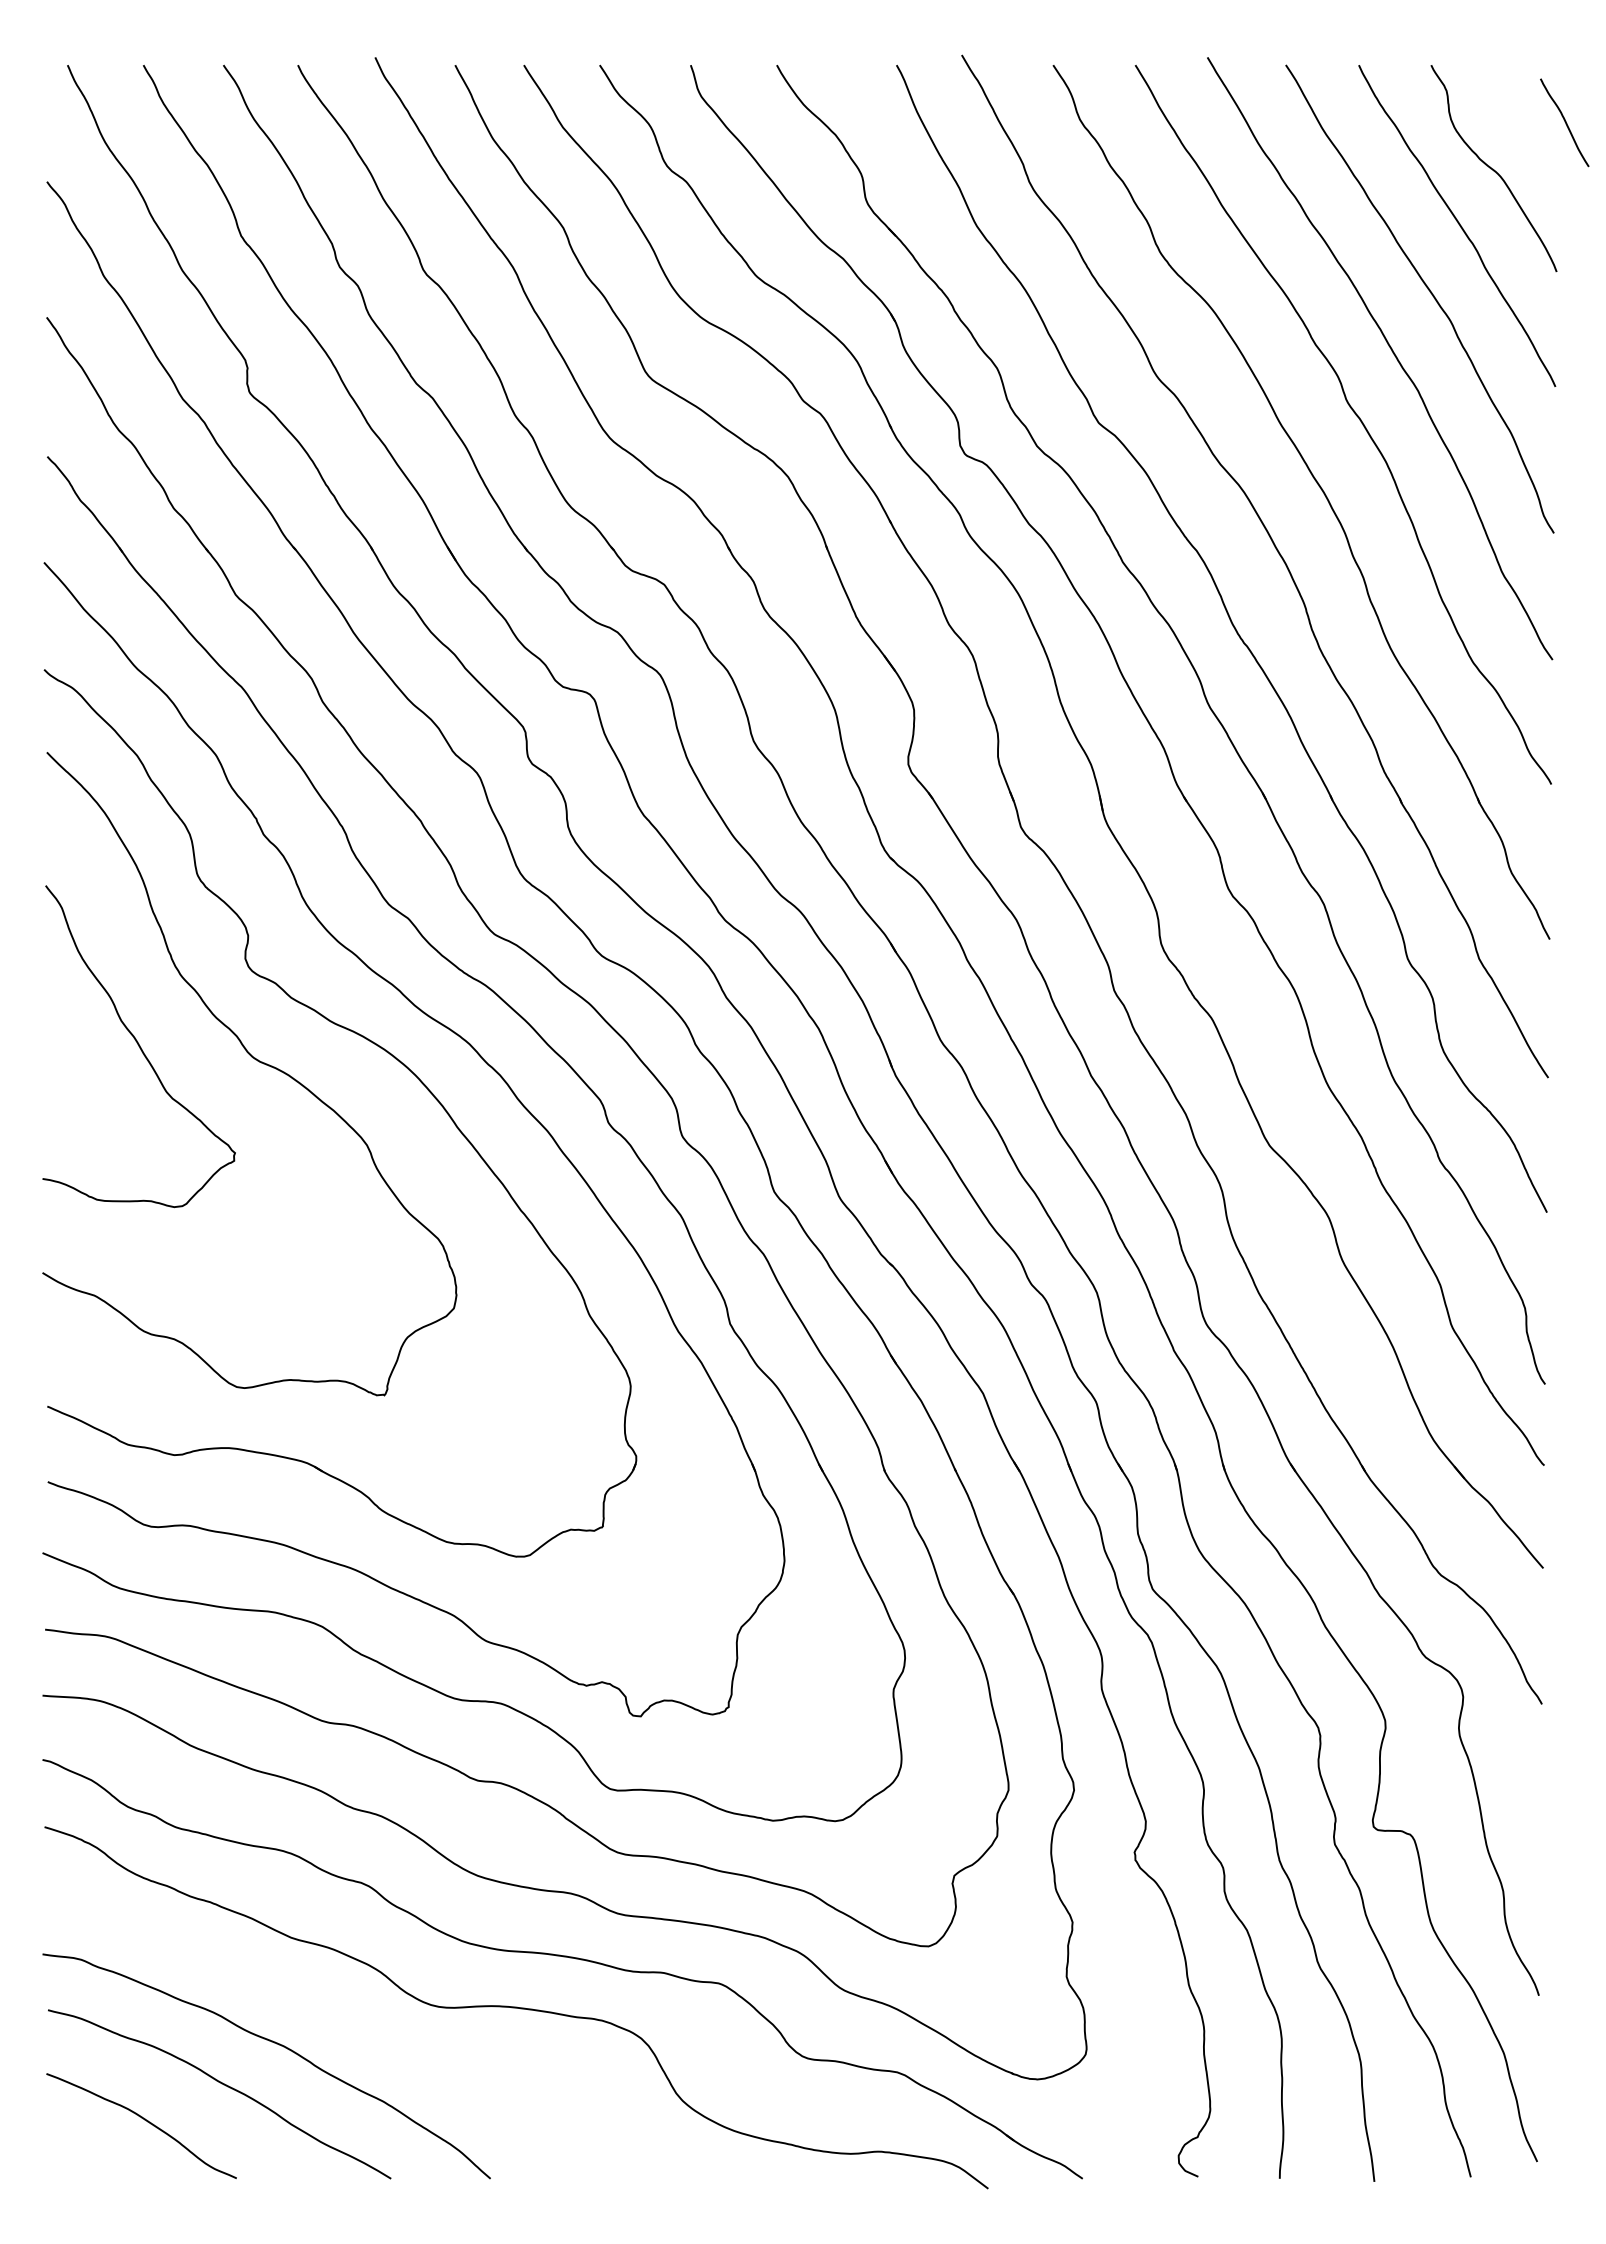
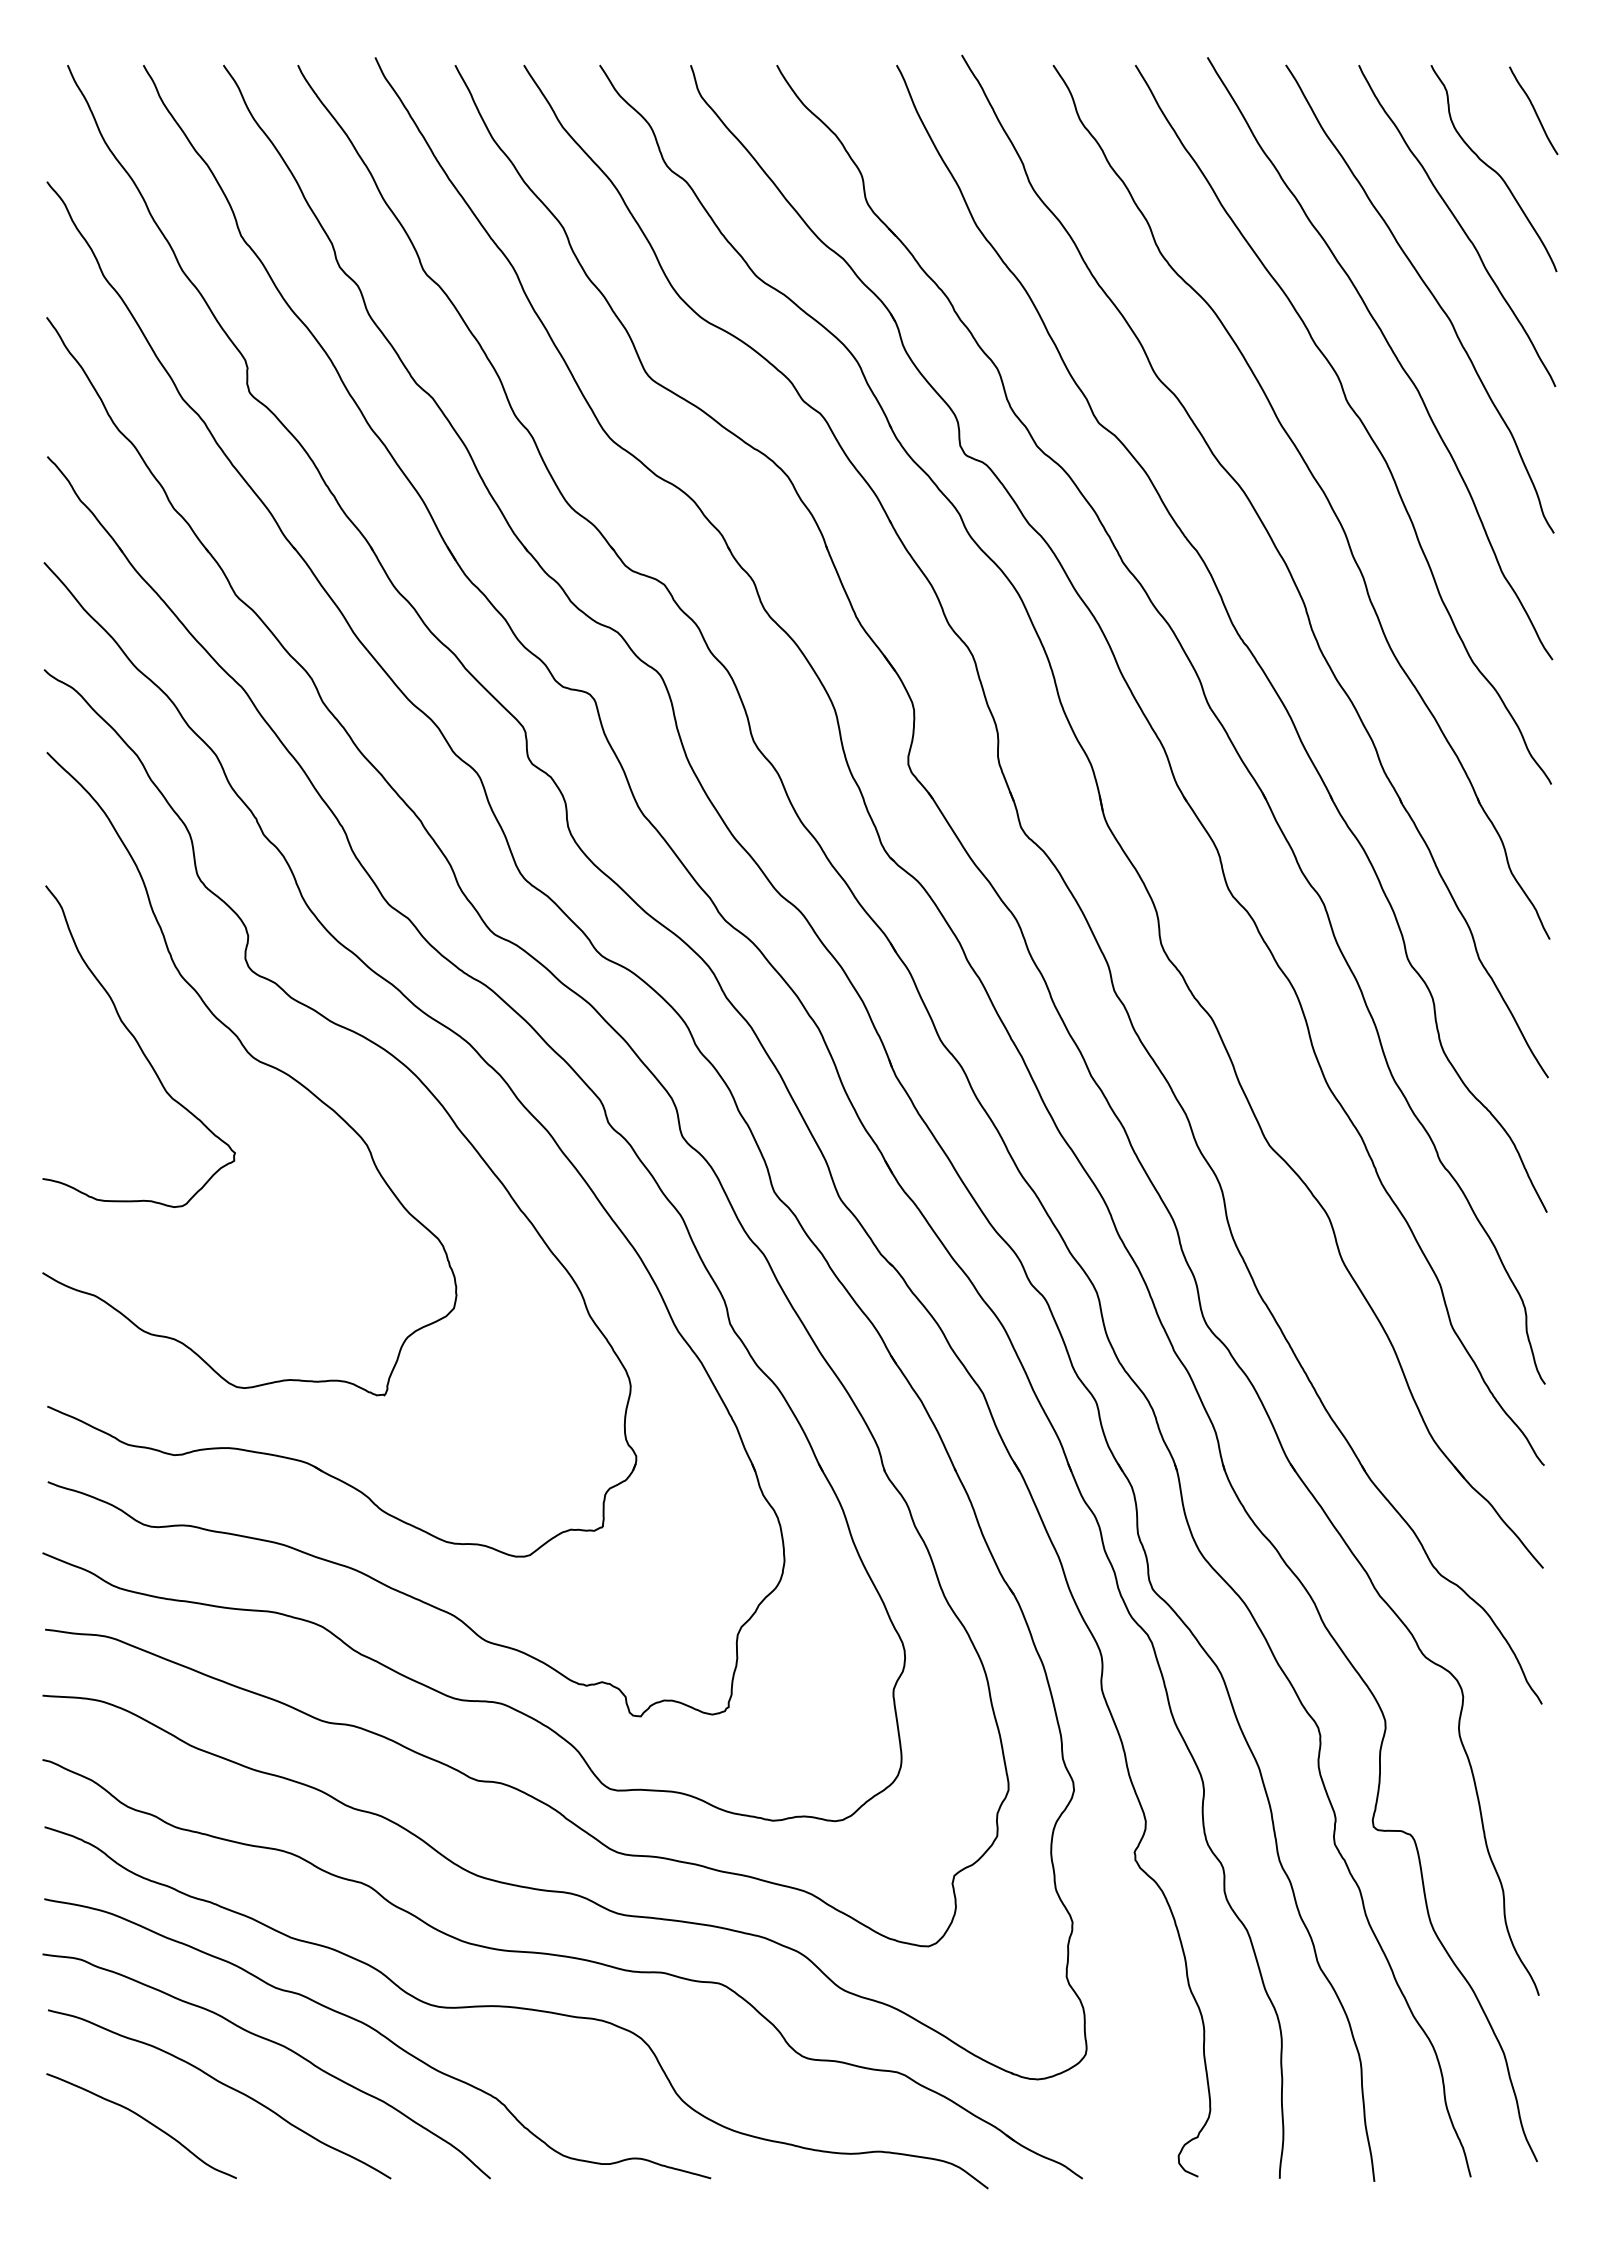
curve at (1564, 122) position: (1564, 122) -> (1533, 110)
curve at (379, 2034): none -> present
